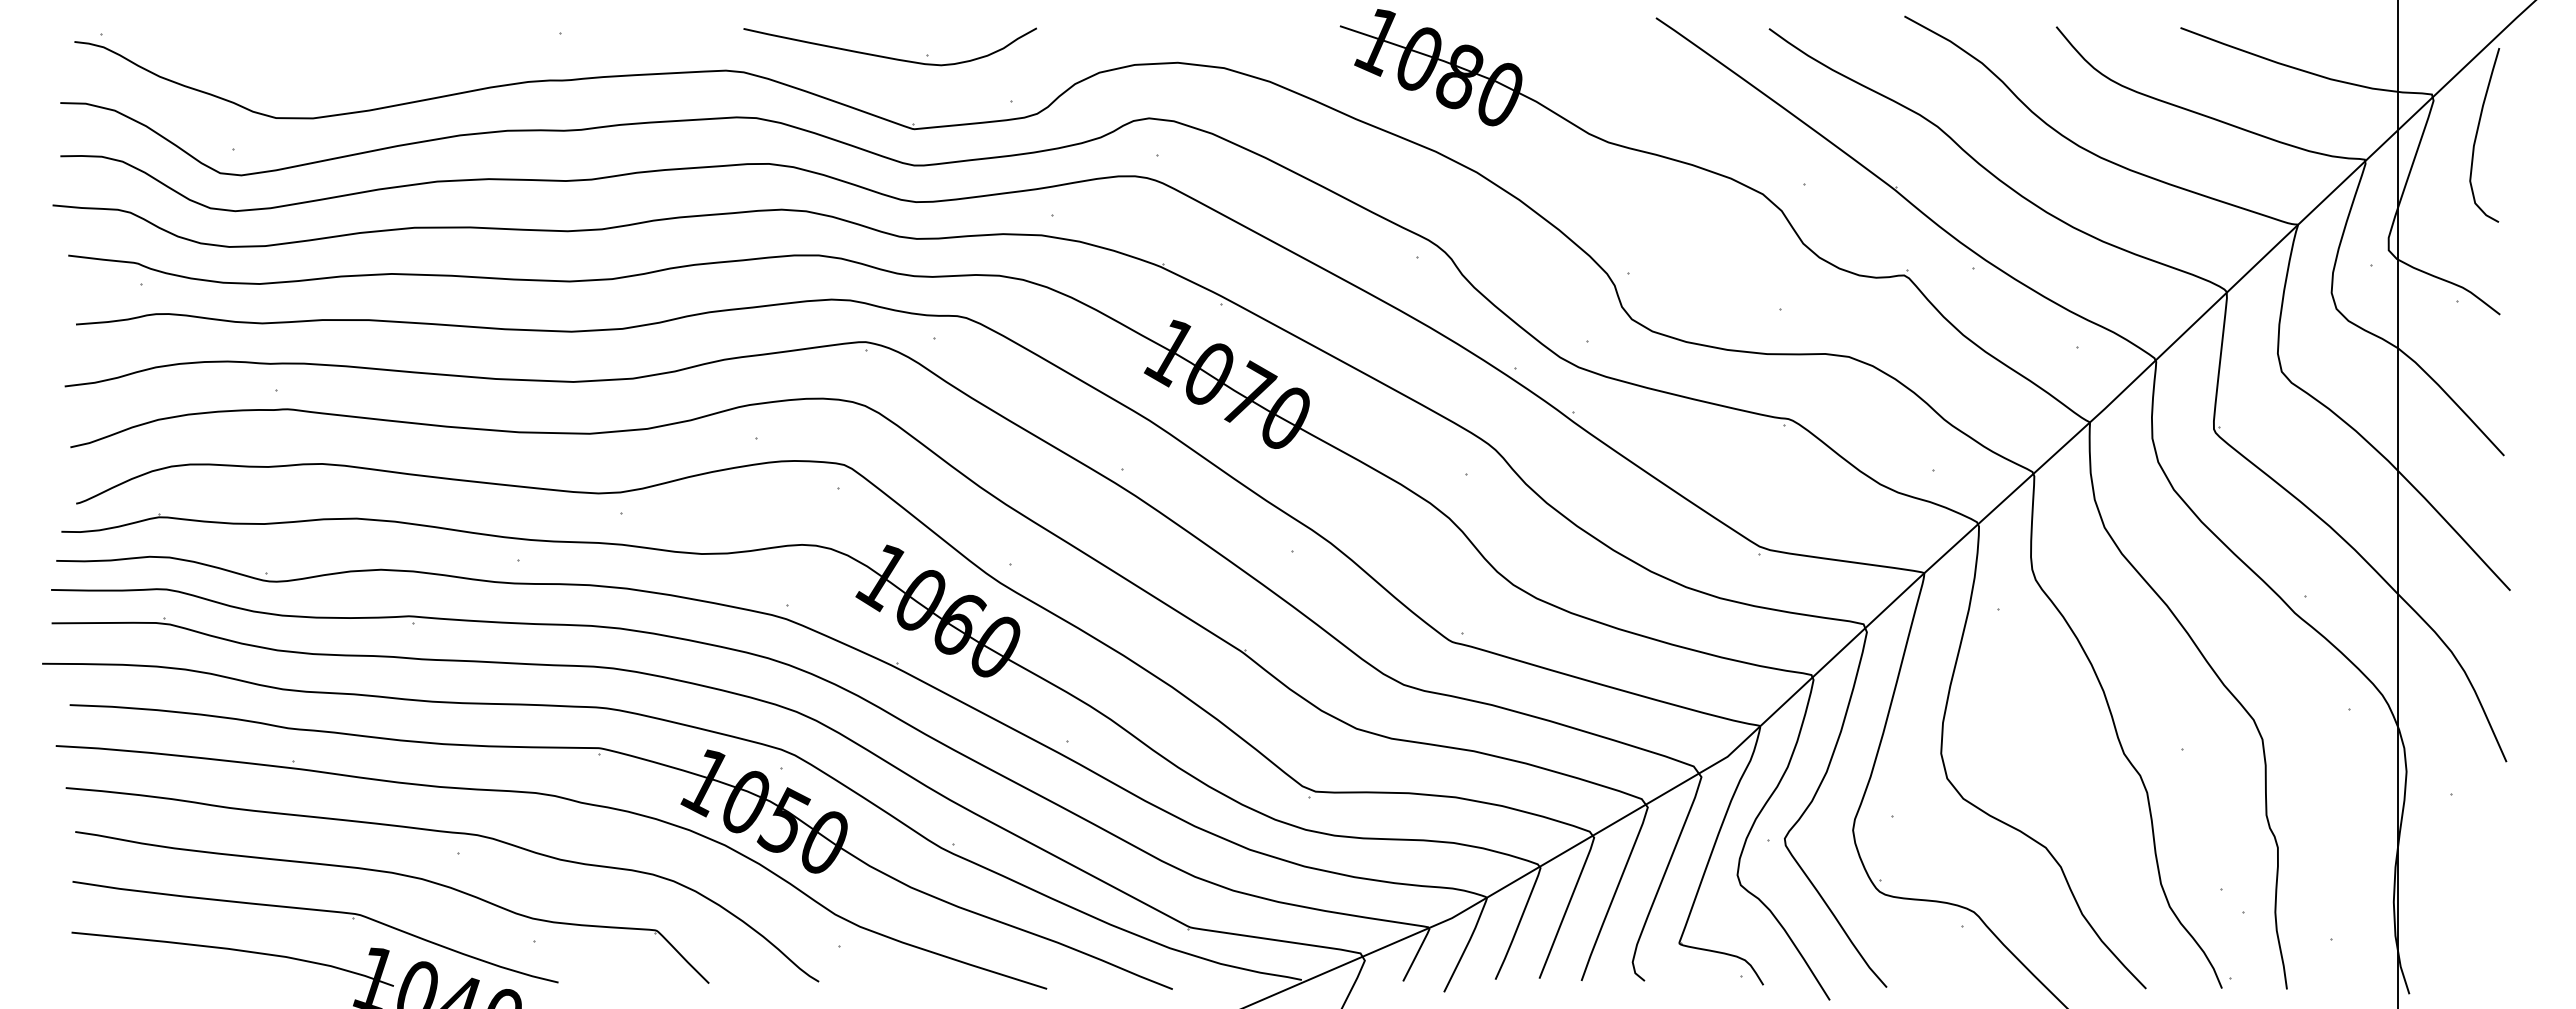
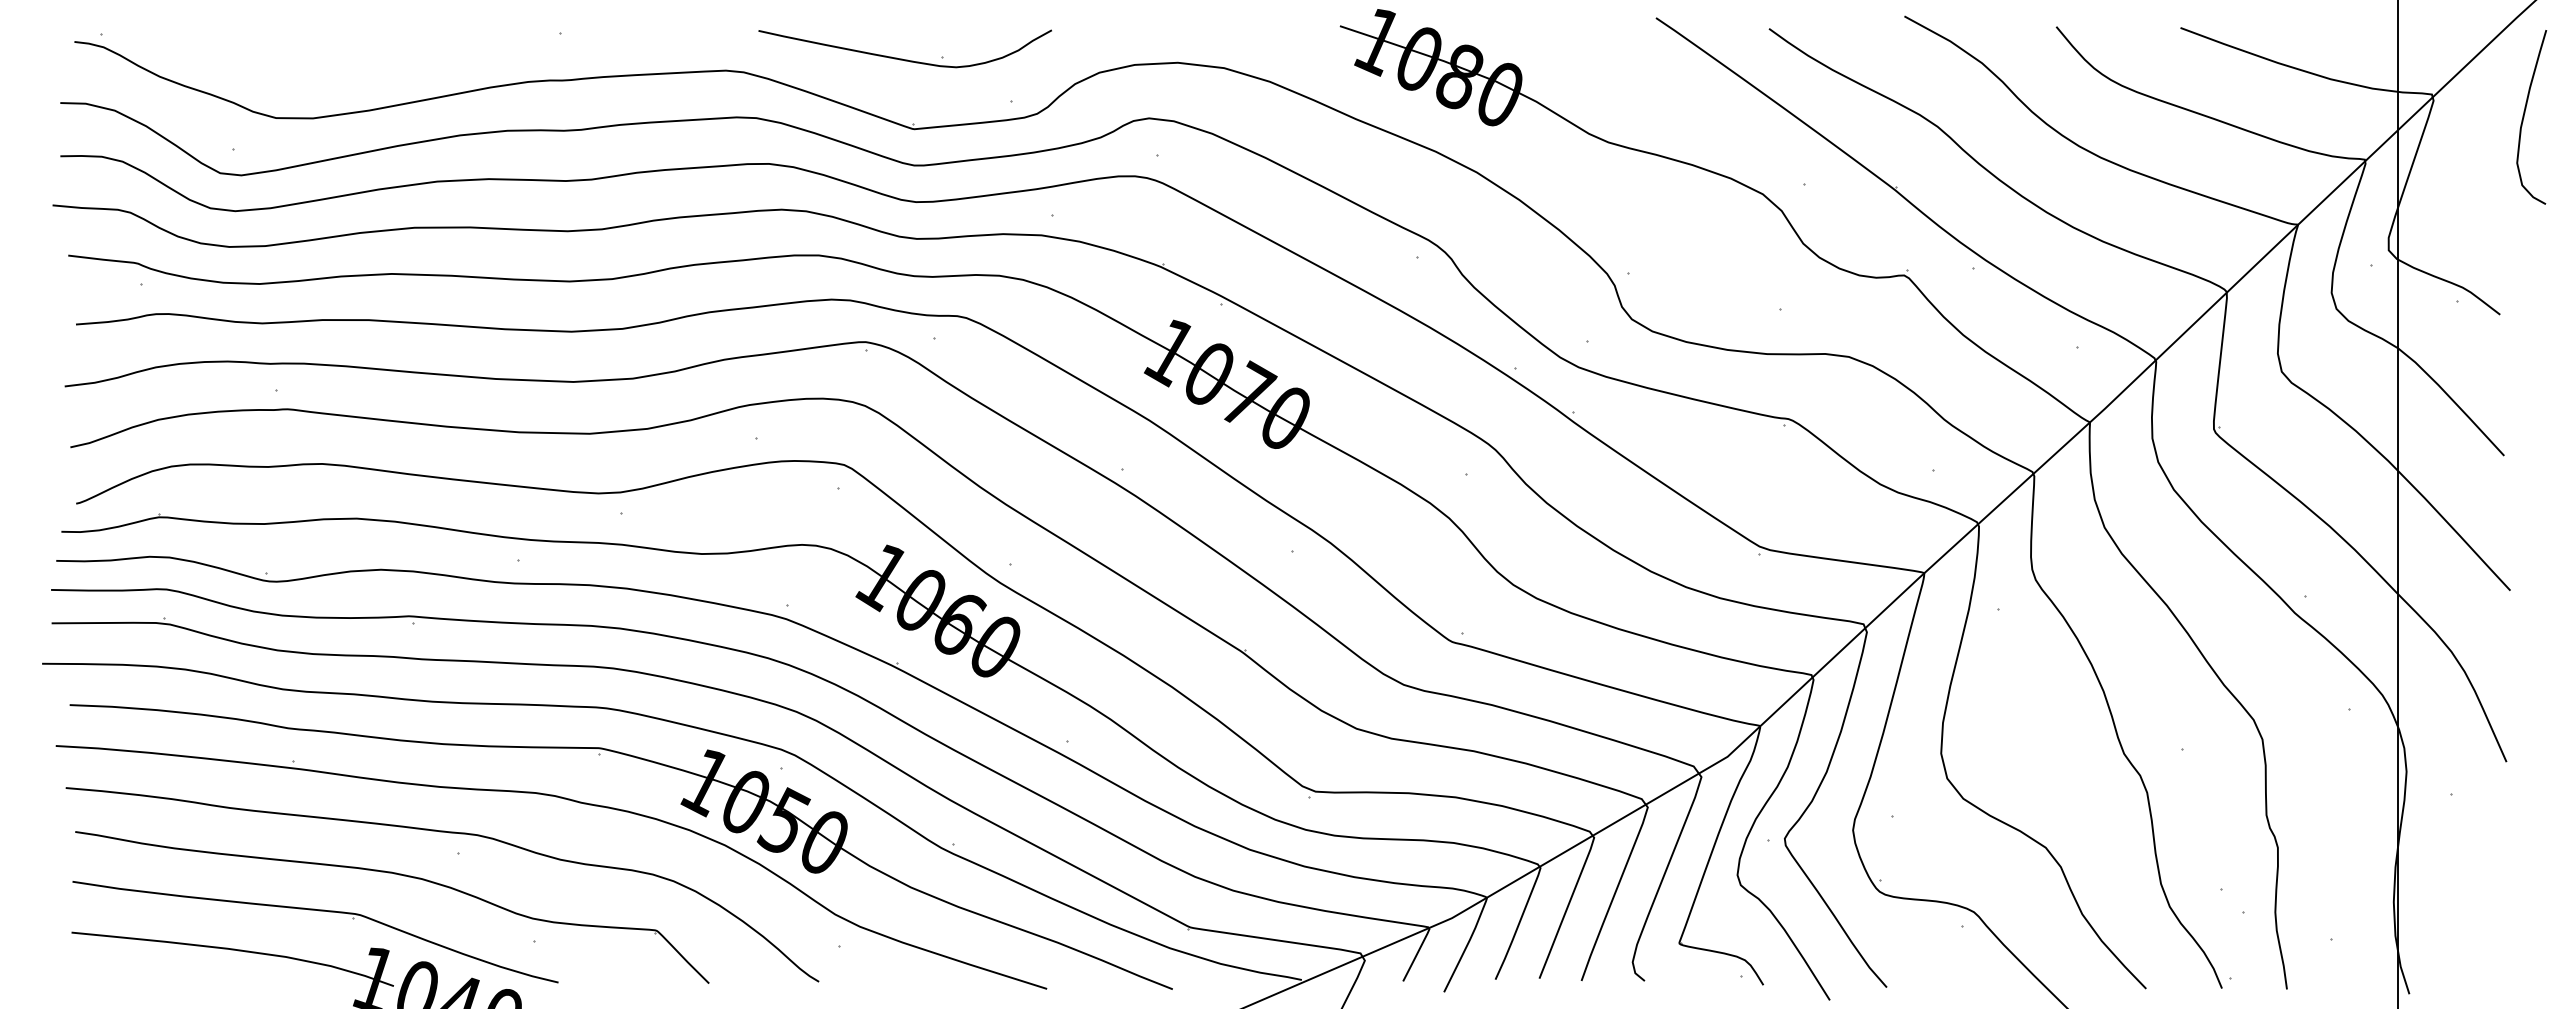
part at (887, 56) position: (887, 56) -> (902, 58)
curve at (2477, 135) position: (2477, 135) -> (2524, 117)
